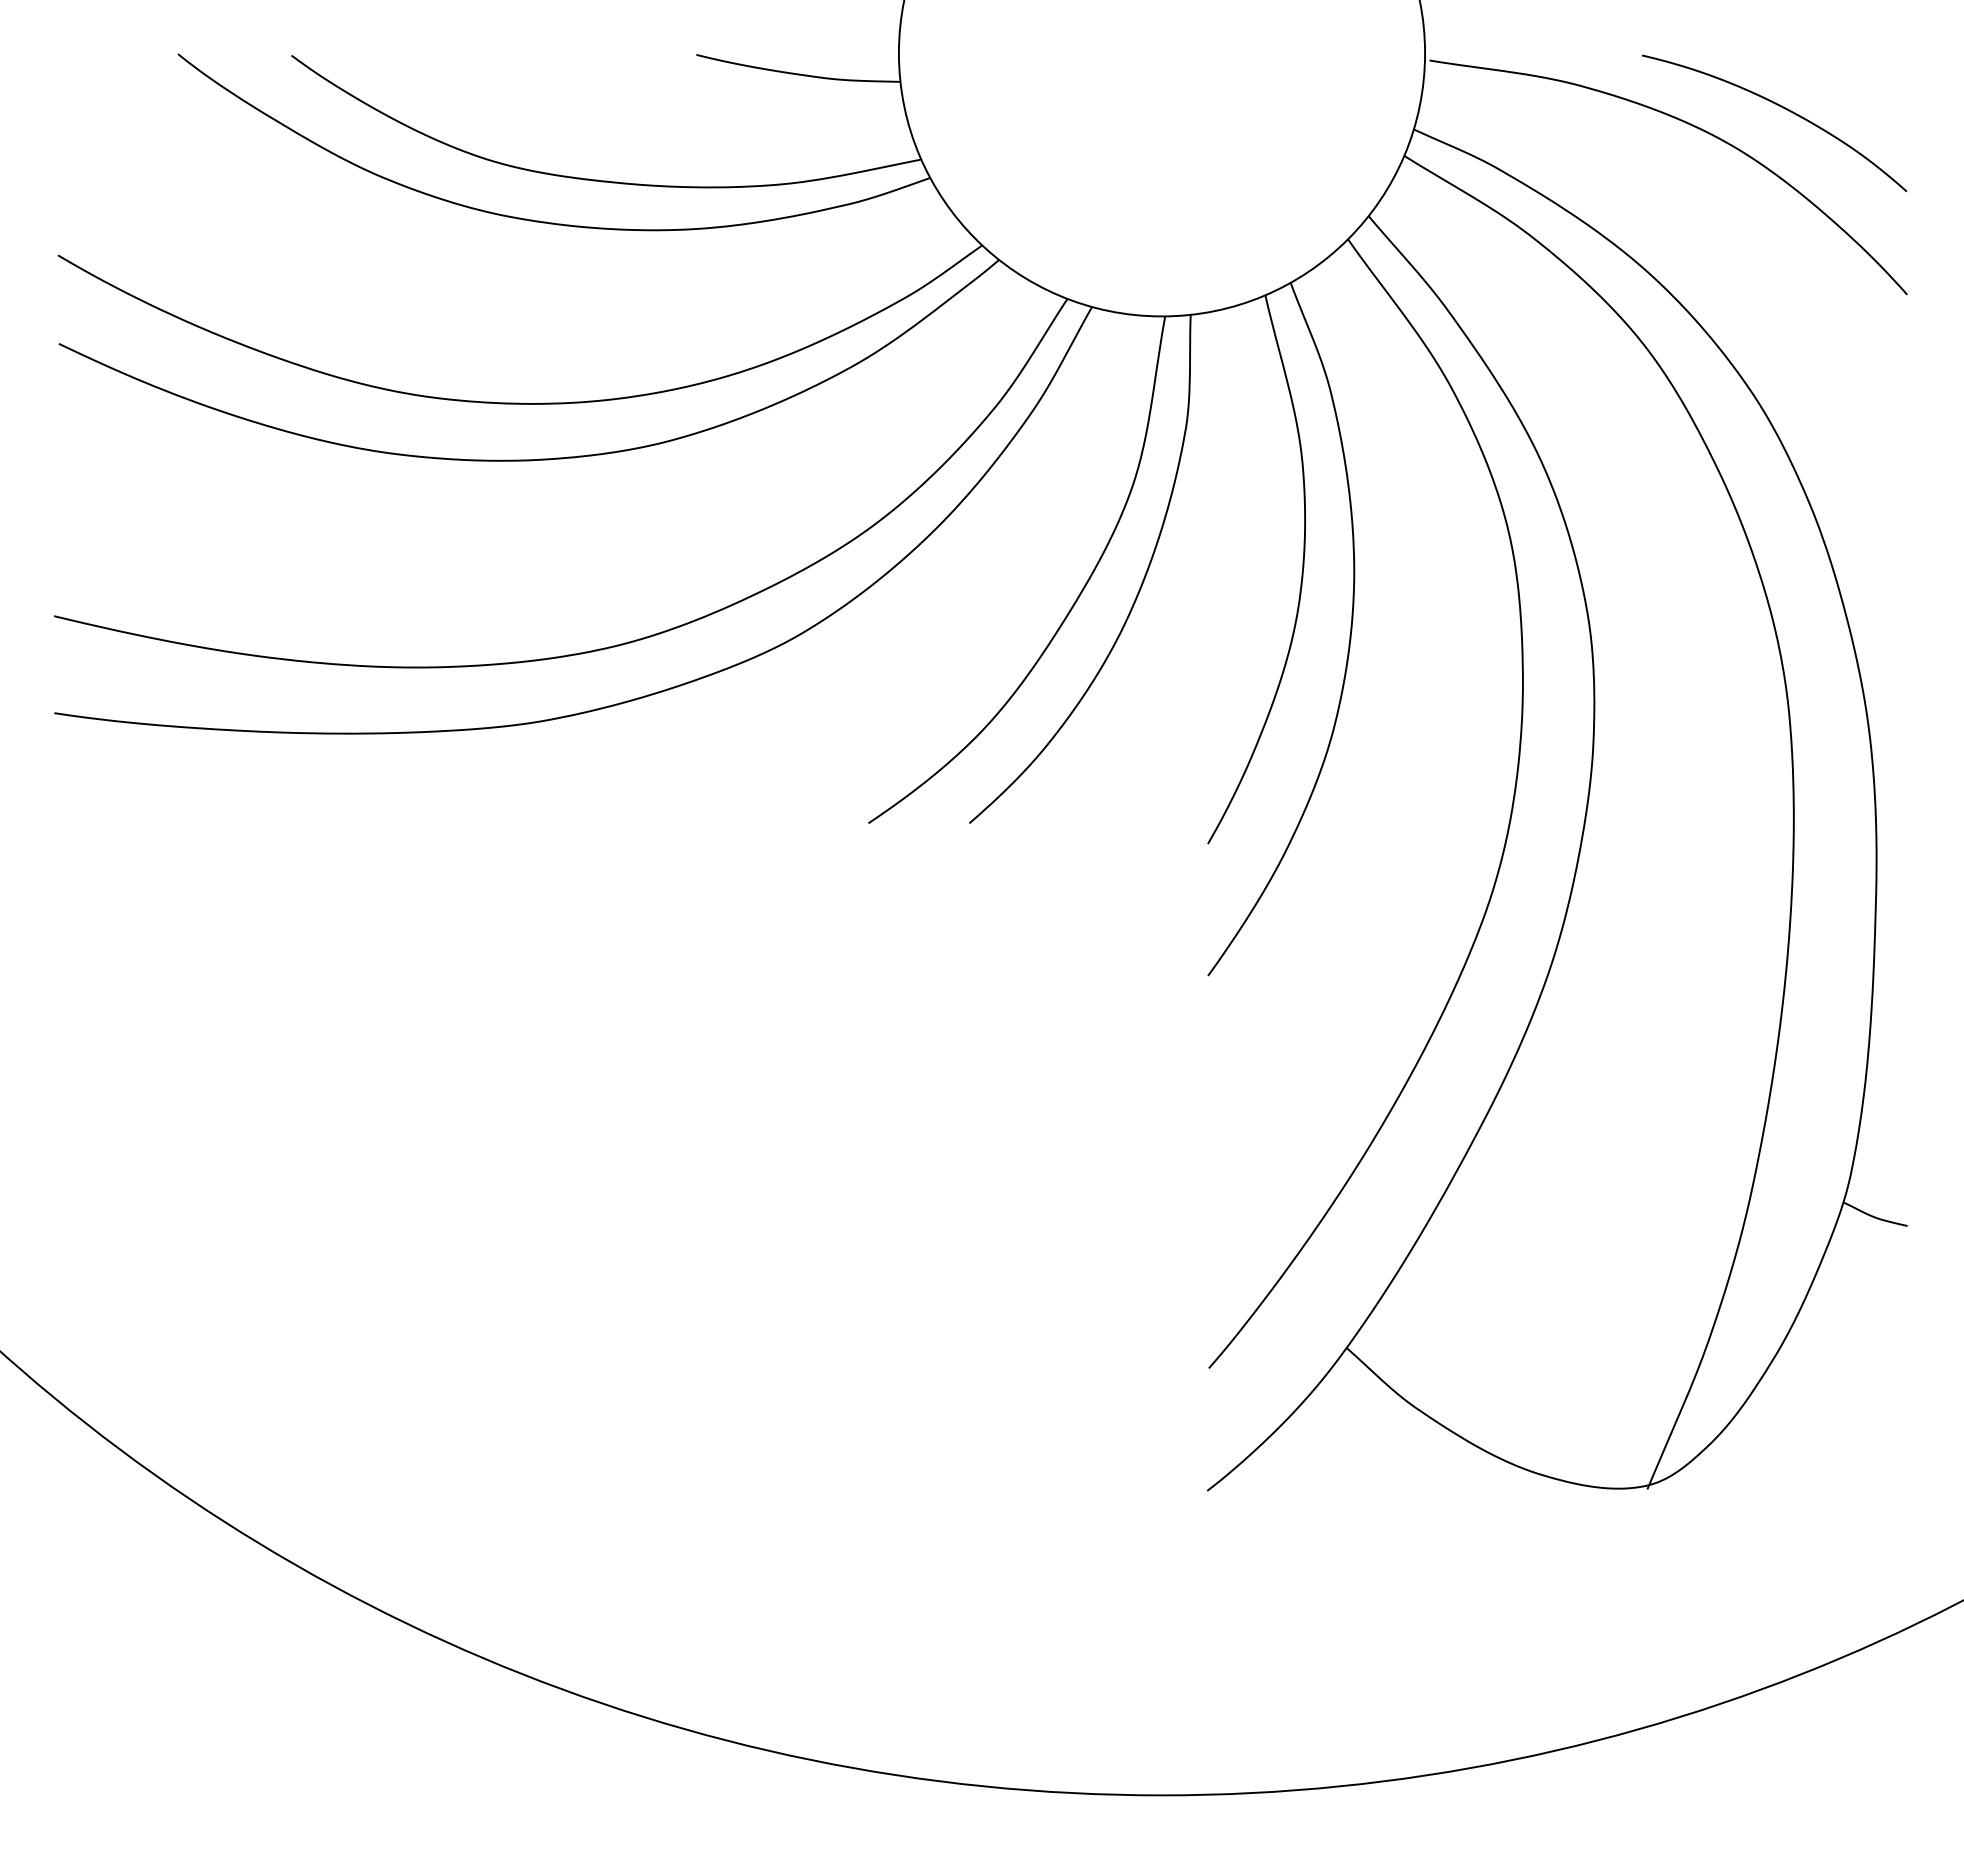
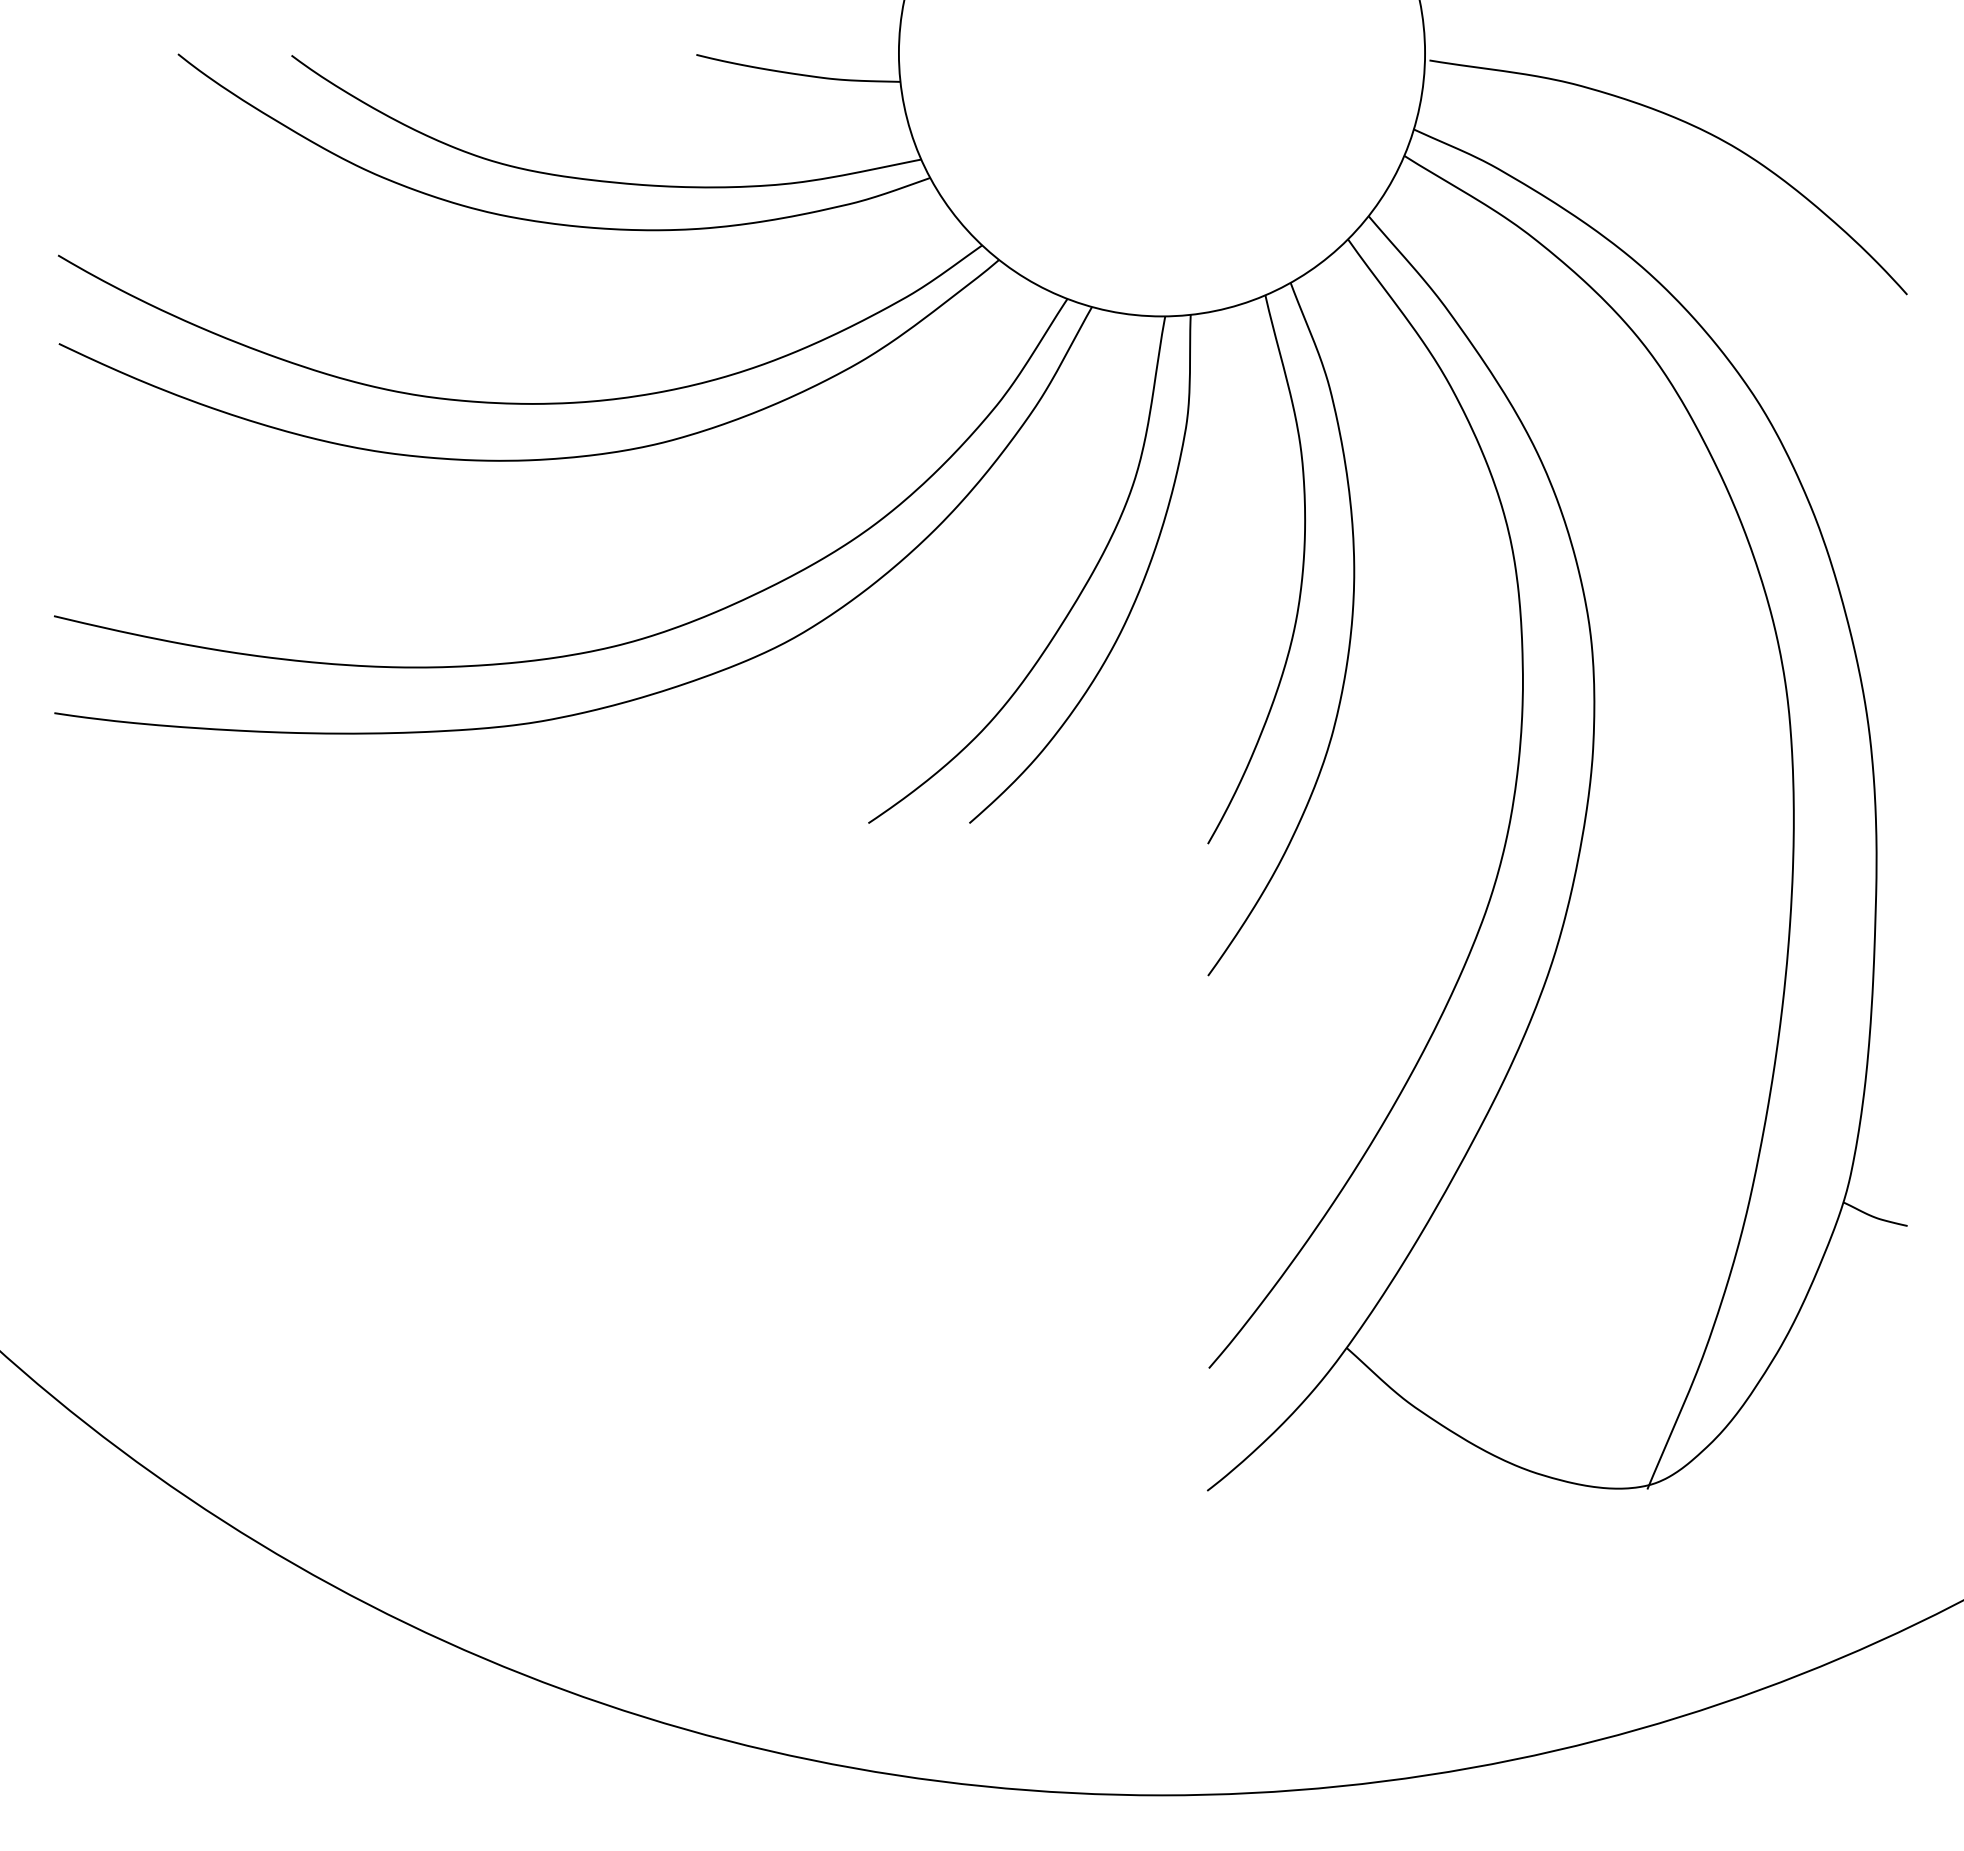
curve at (1784, 109): present -> none
